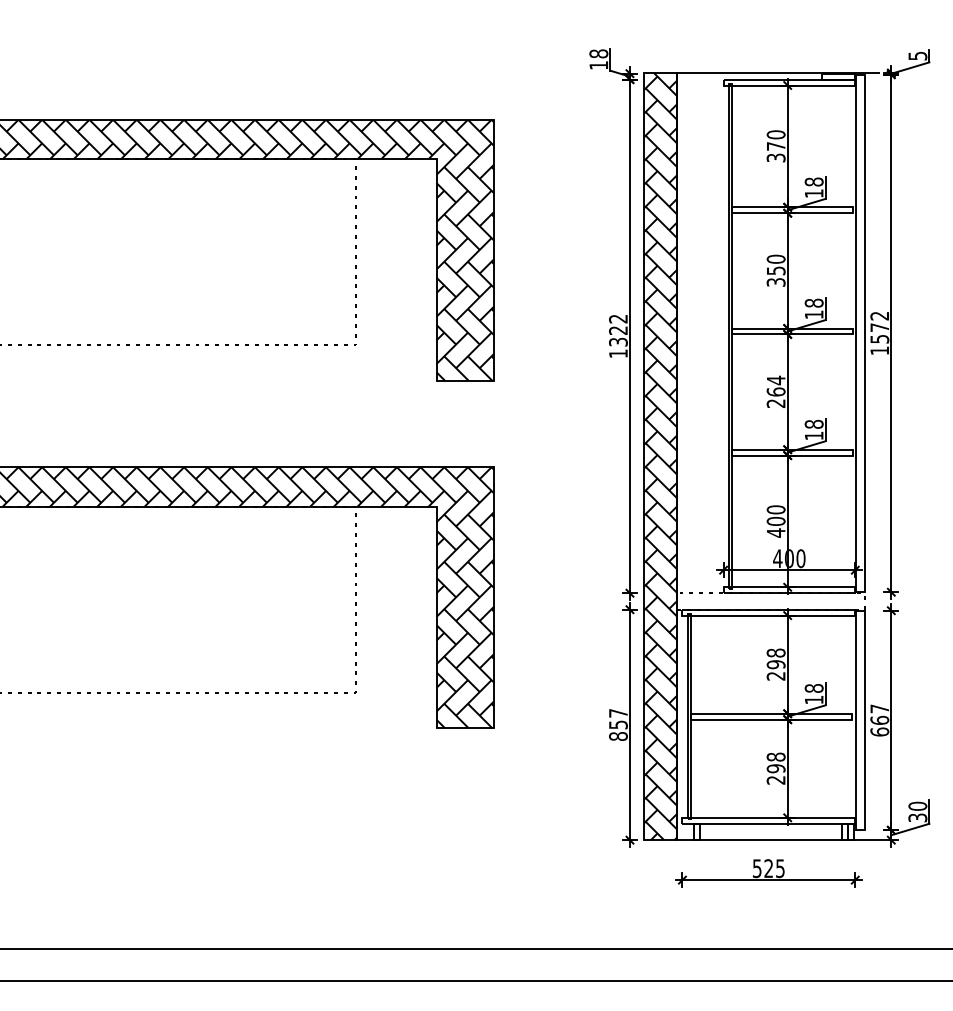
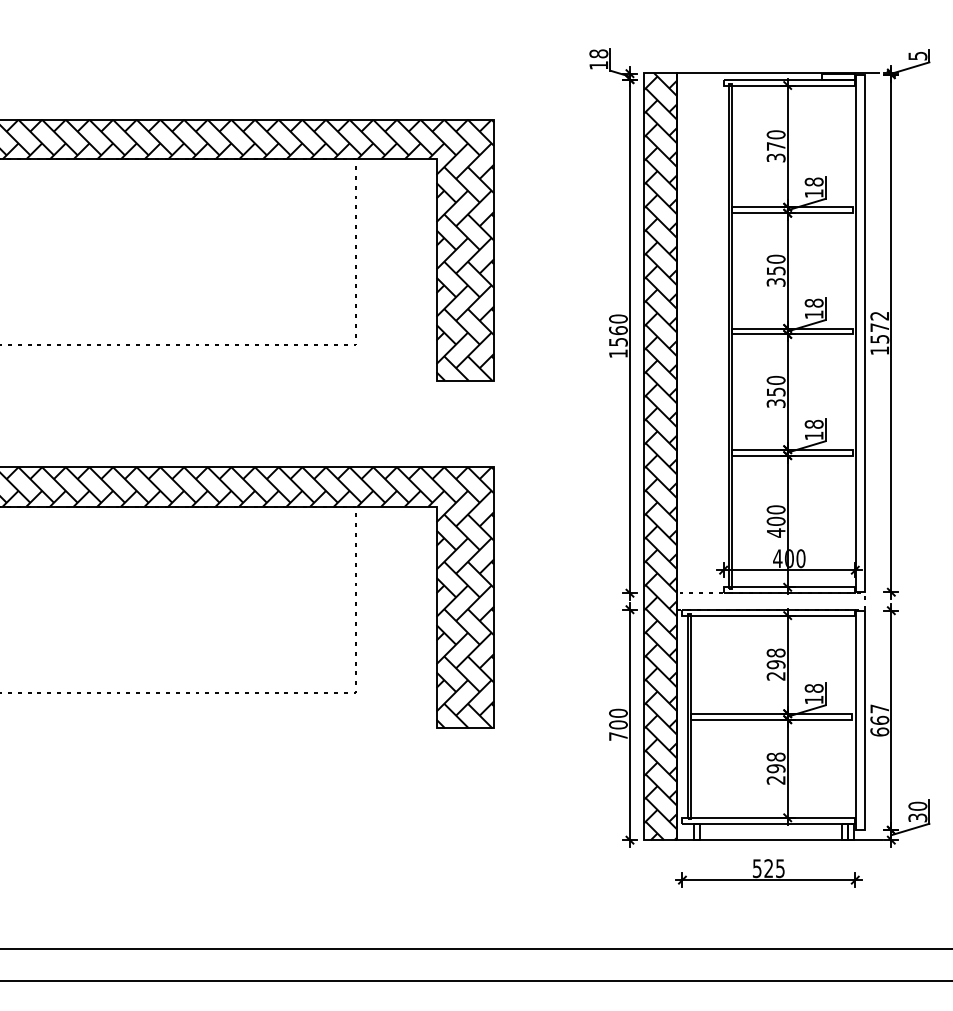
text at (618, 330): 1322 -> 1560
text at (775, 391): 264 -> 350
text at (618, 724): 857 -> 700
